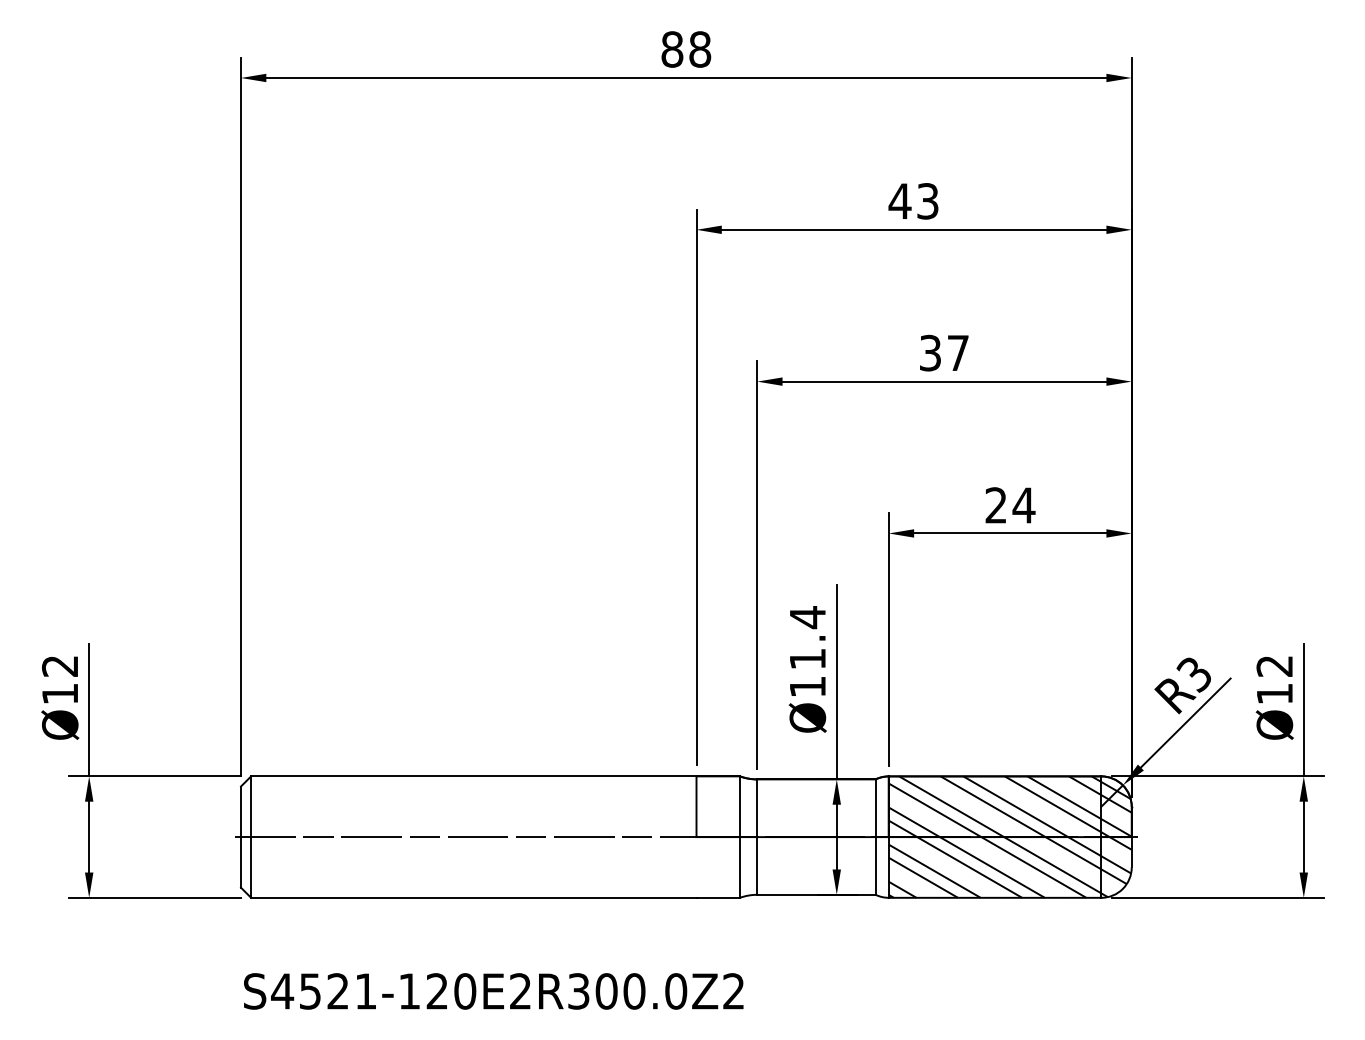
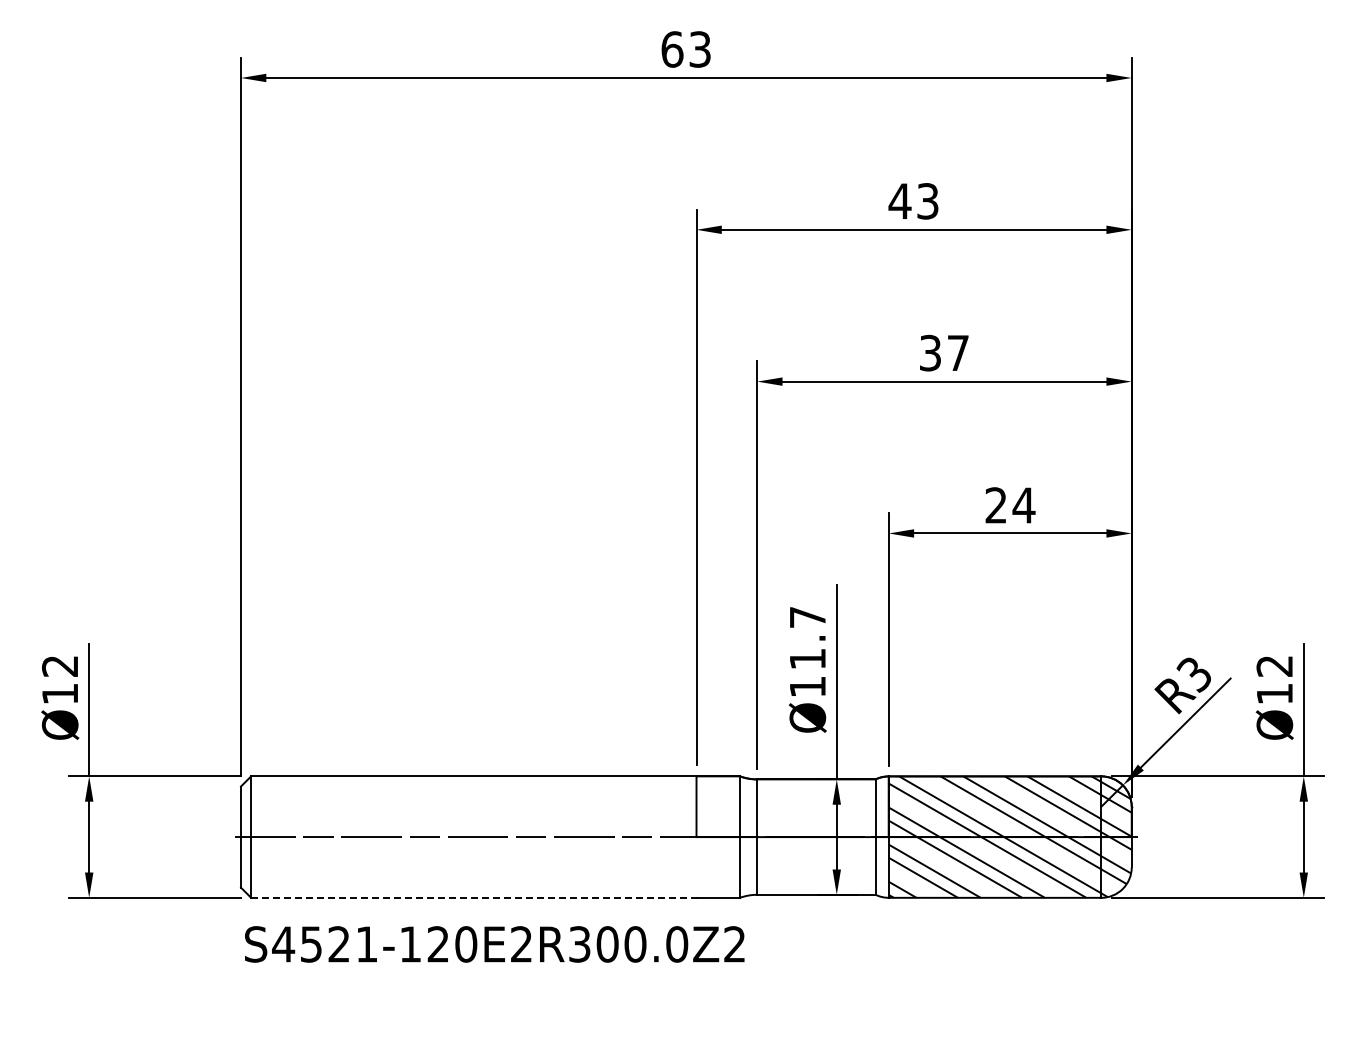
text at (686, 49): 88 -> 63
text at (807, 617): Ø11.4 -> Ø11.7
line at (473, 897): solid -> dashed
text at (493, 991) position: (493, 991) -> (494, 944)
